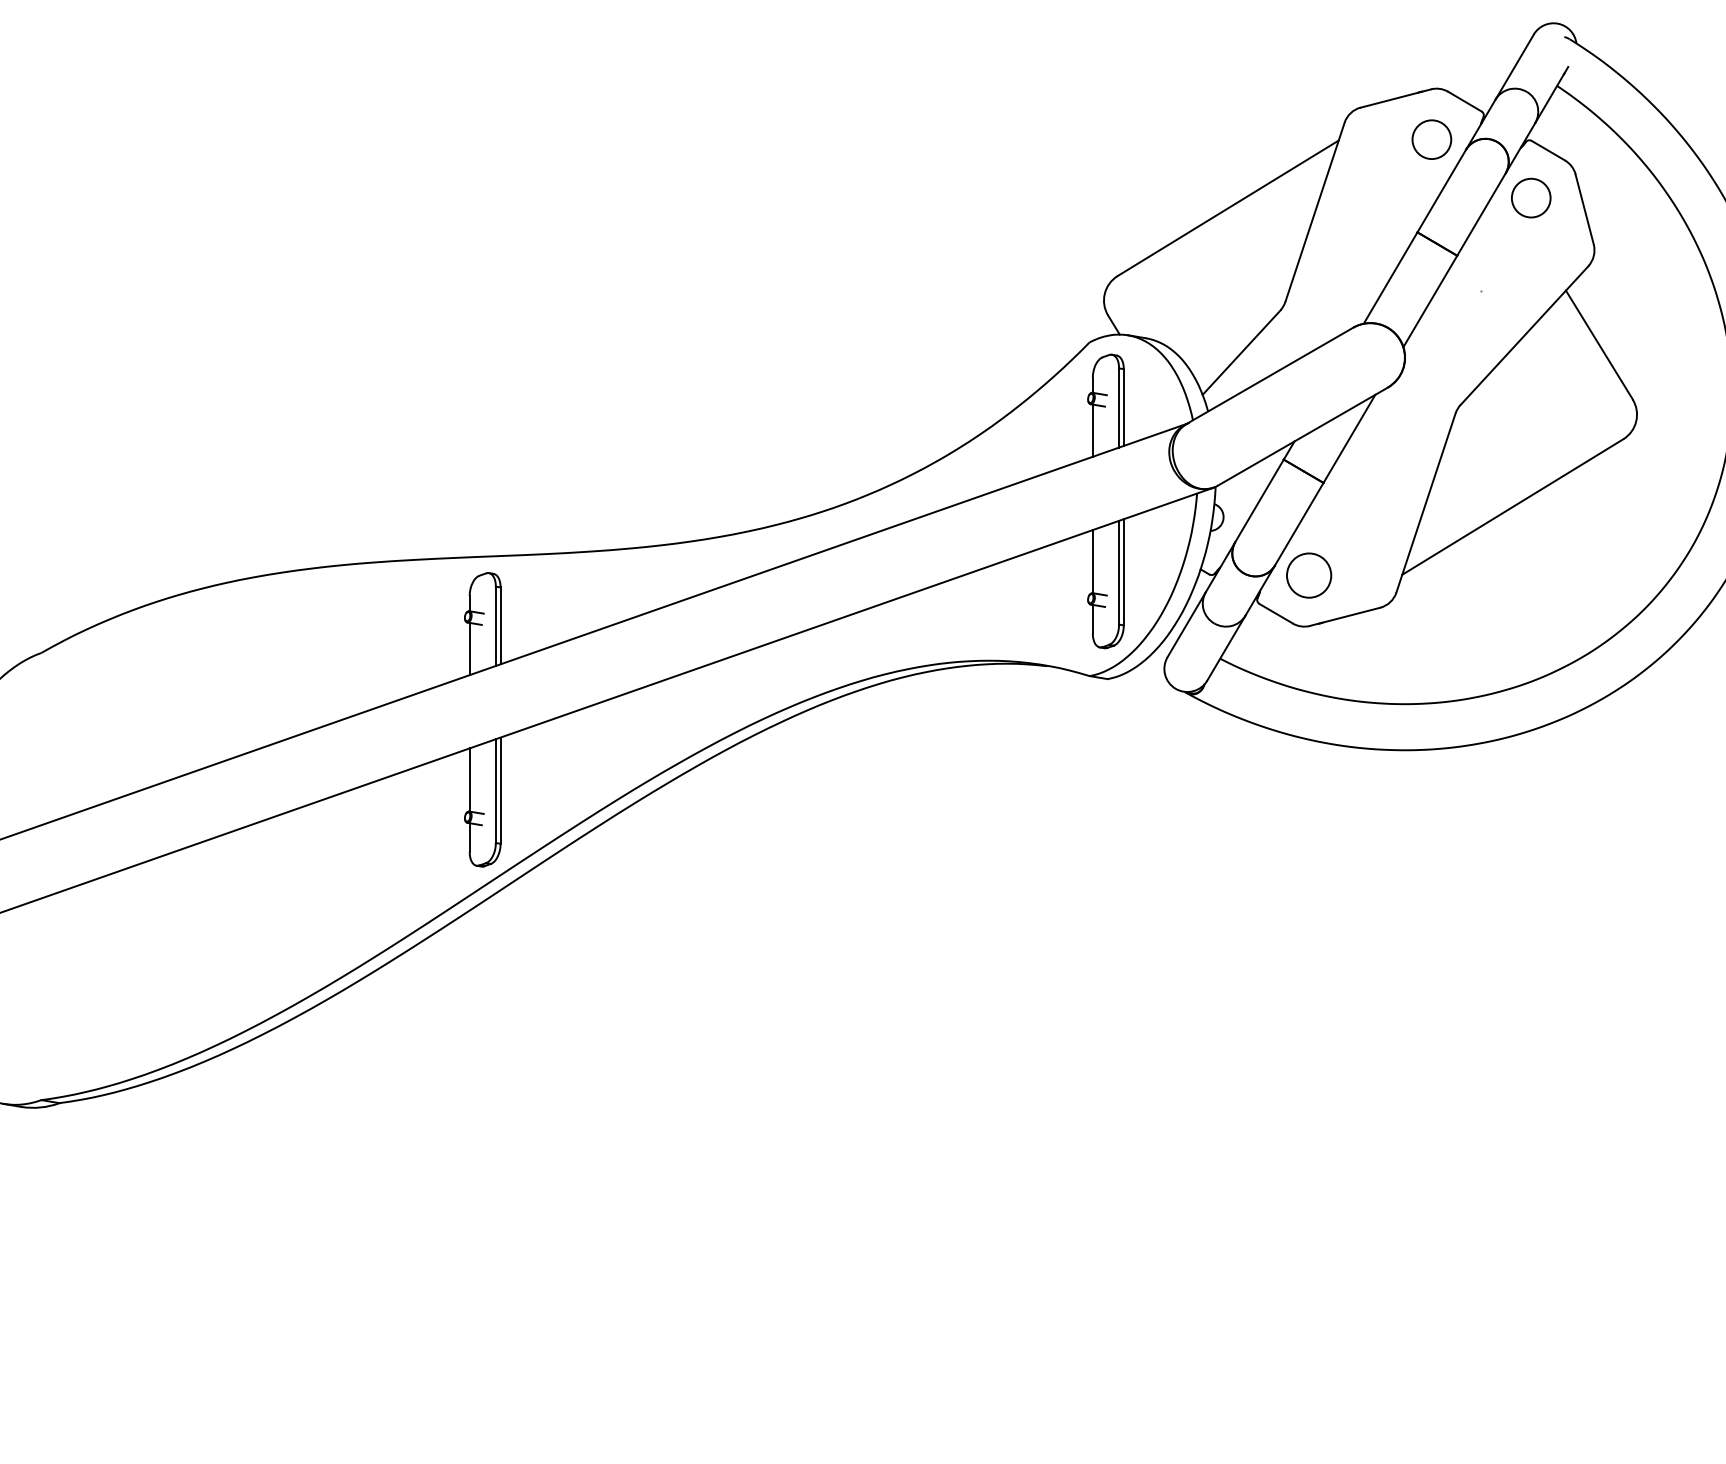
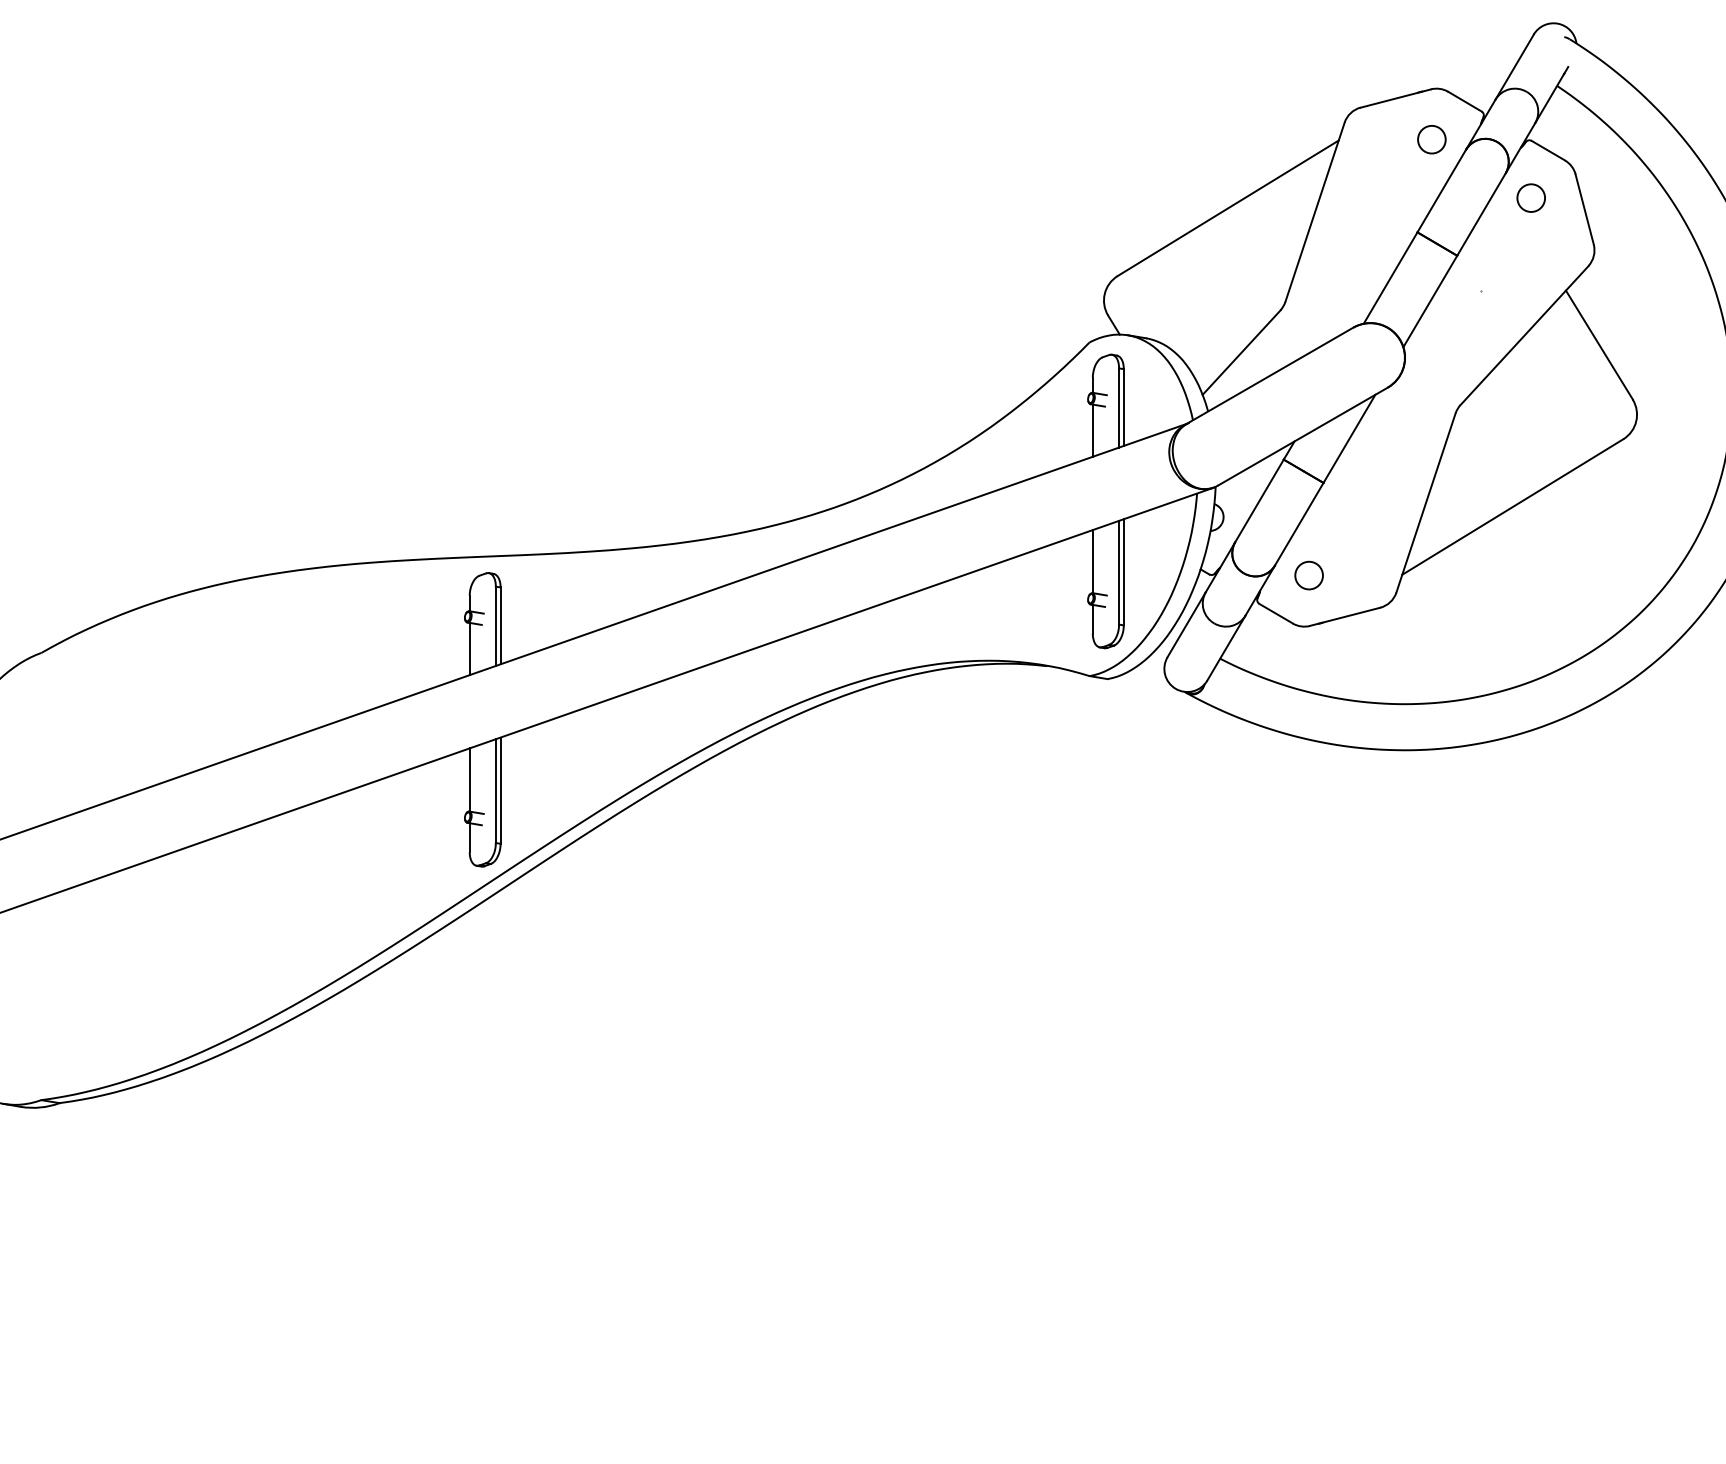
circle at (1431, 139) diameter: 39 px -> 28 px
circle at (1530, 197) diameter: 39 px -> 28 px
circle at (1309, 575) diameter: 44 px -> 28 px
